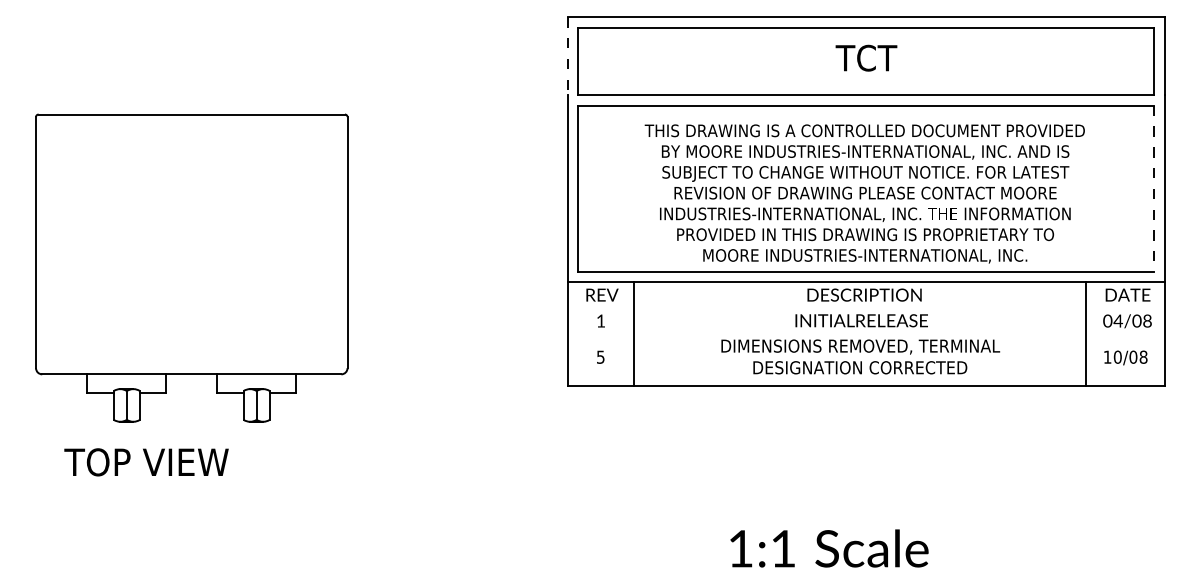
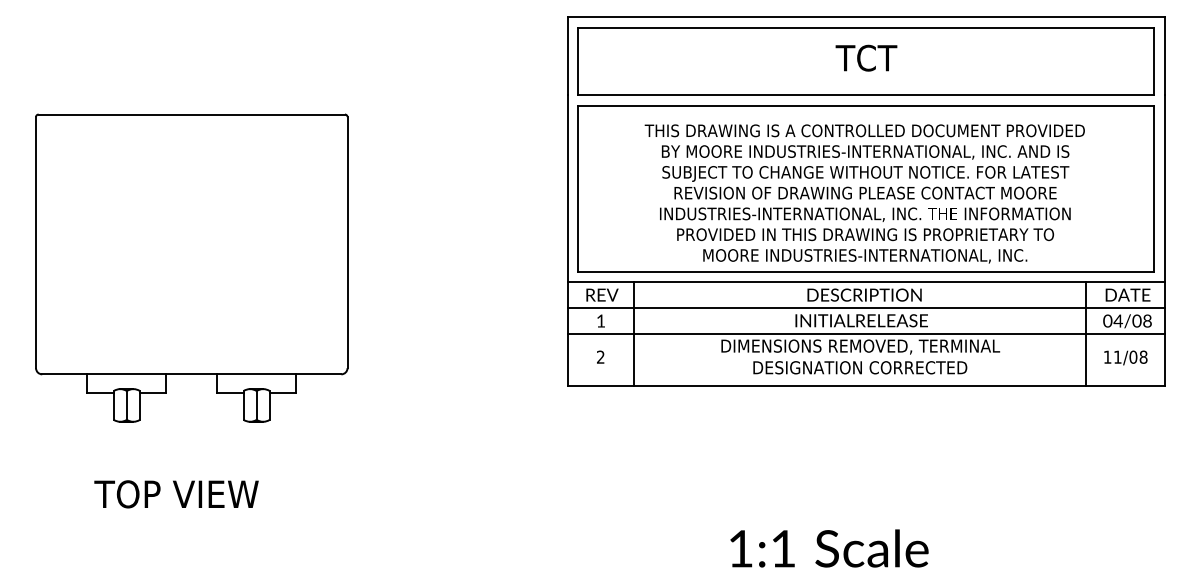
line at (567, 56): dashed -> solid
line at (1154, 188): dashed -> solid
line at (866, 308): none -> present
line at (866, 334): none -> present
text at (600, 356): 5 -> 2
text at (1117, 356): 10/08 -> 11/08
text at (146, 462) position: (146, 462) -> (176, 494)
